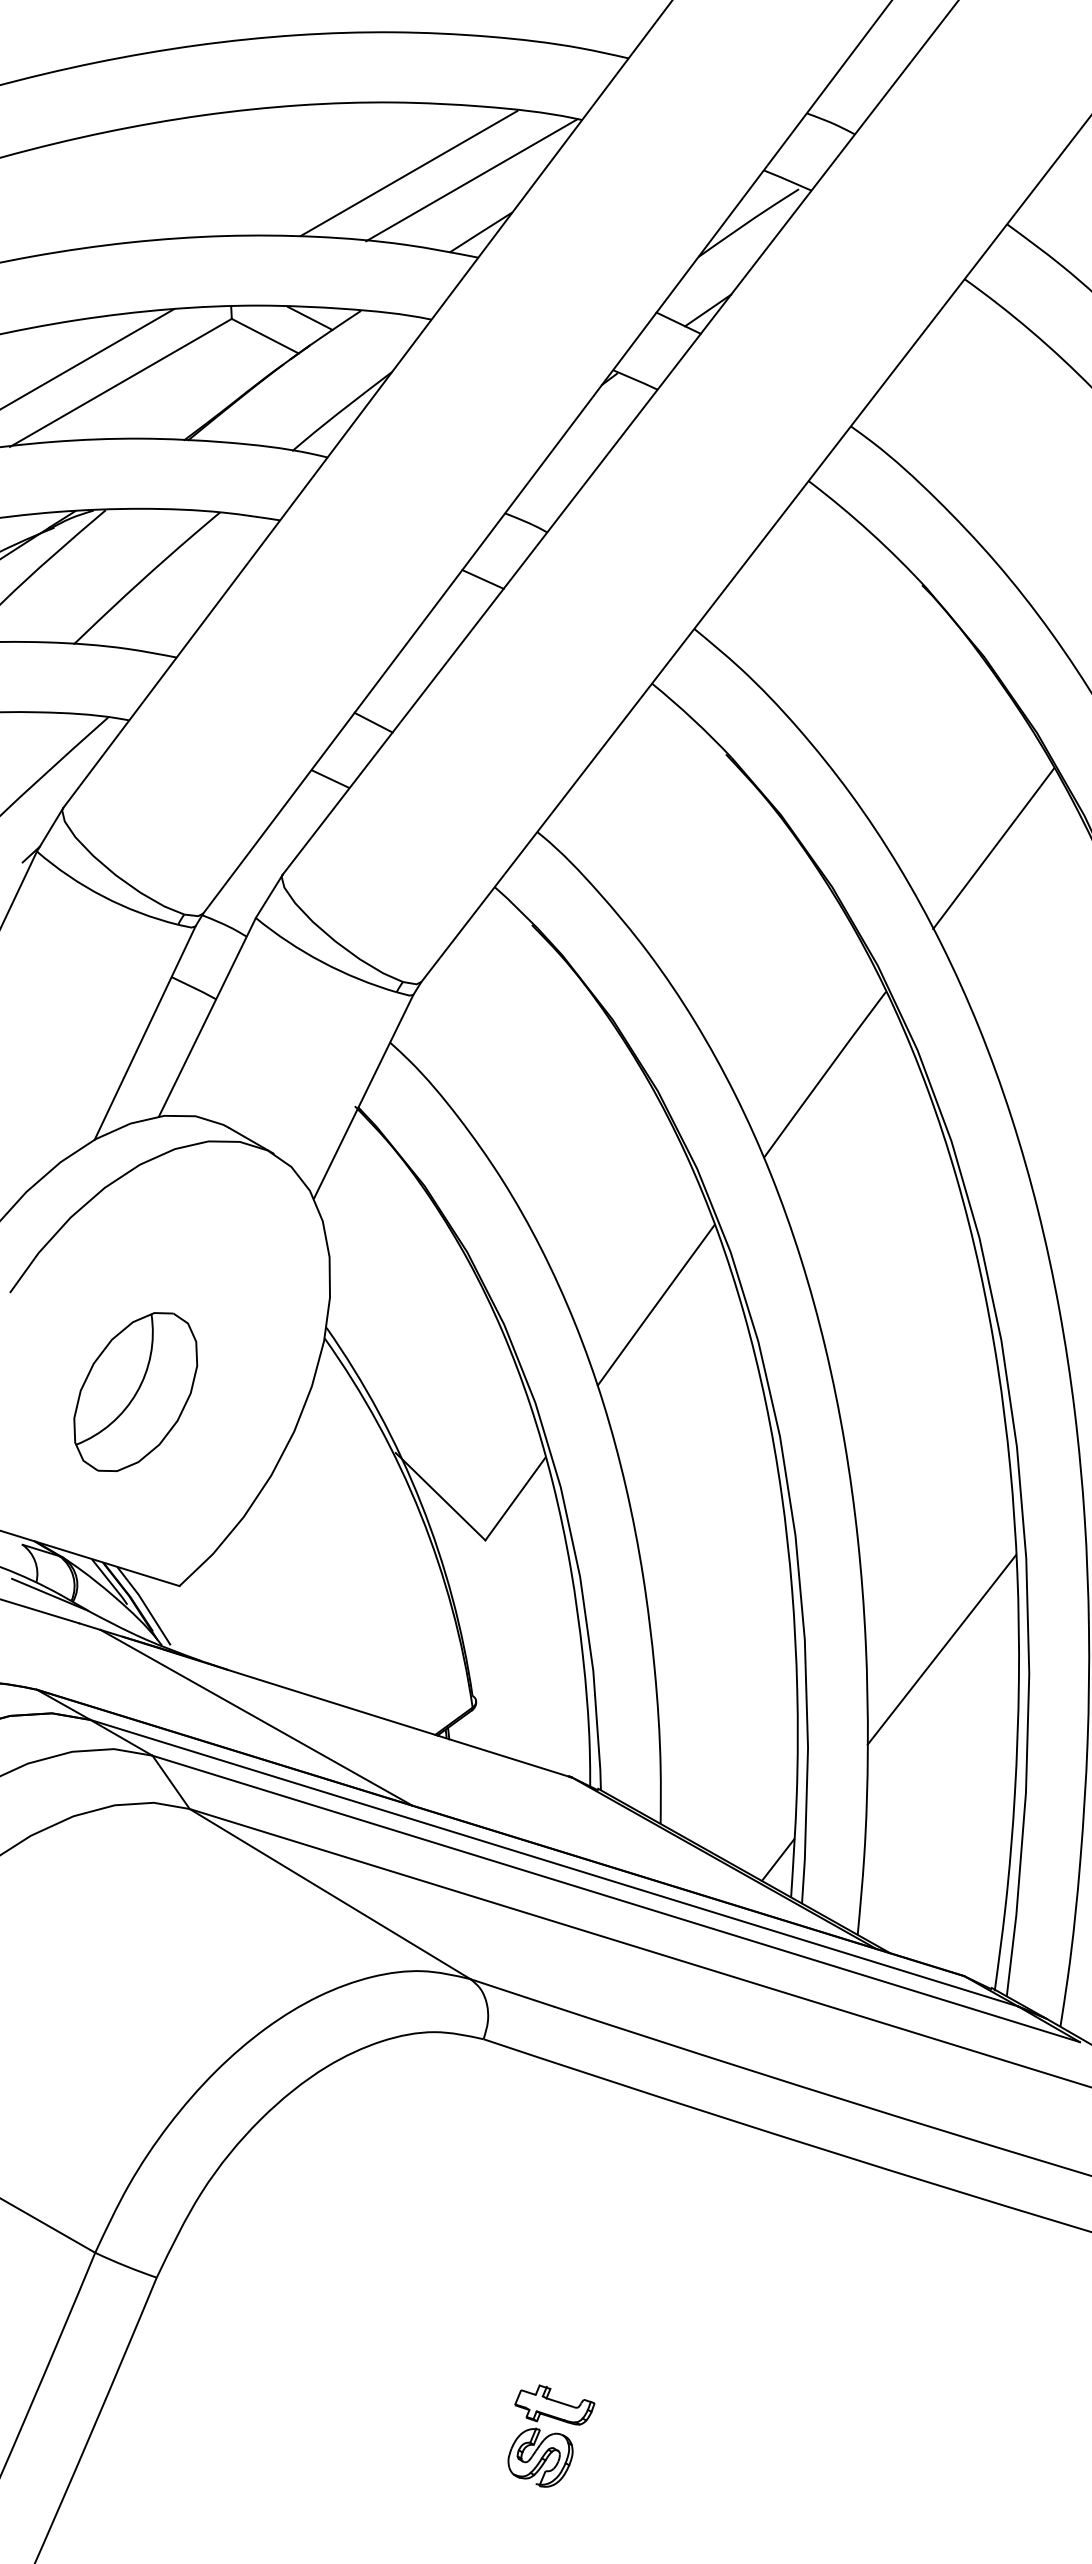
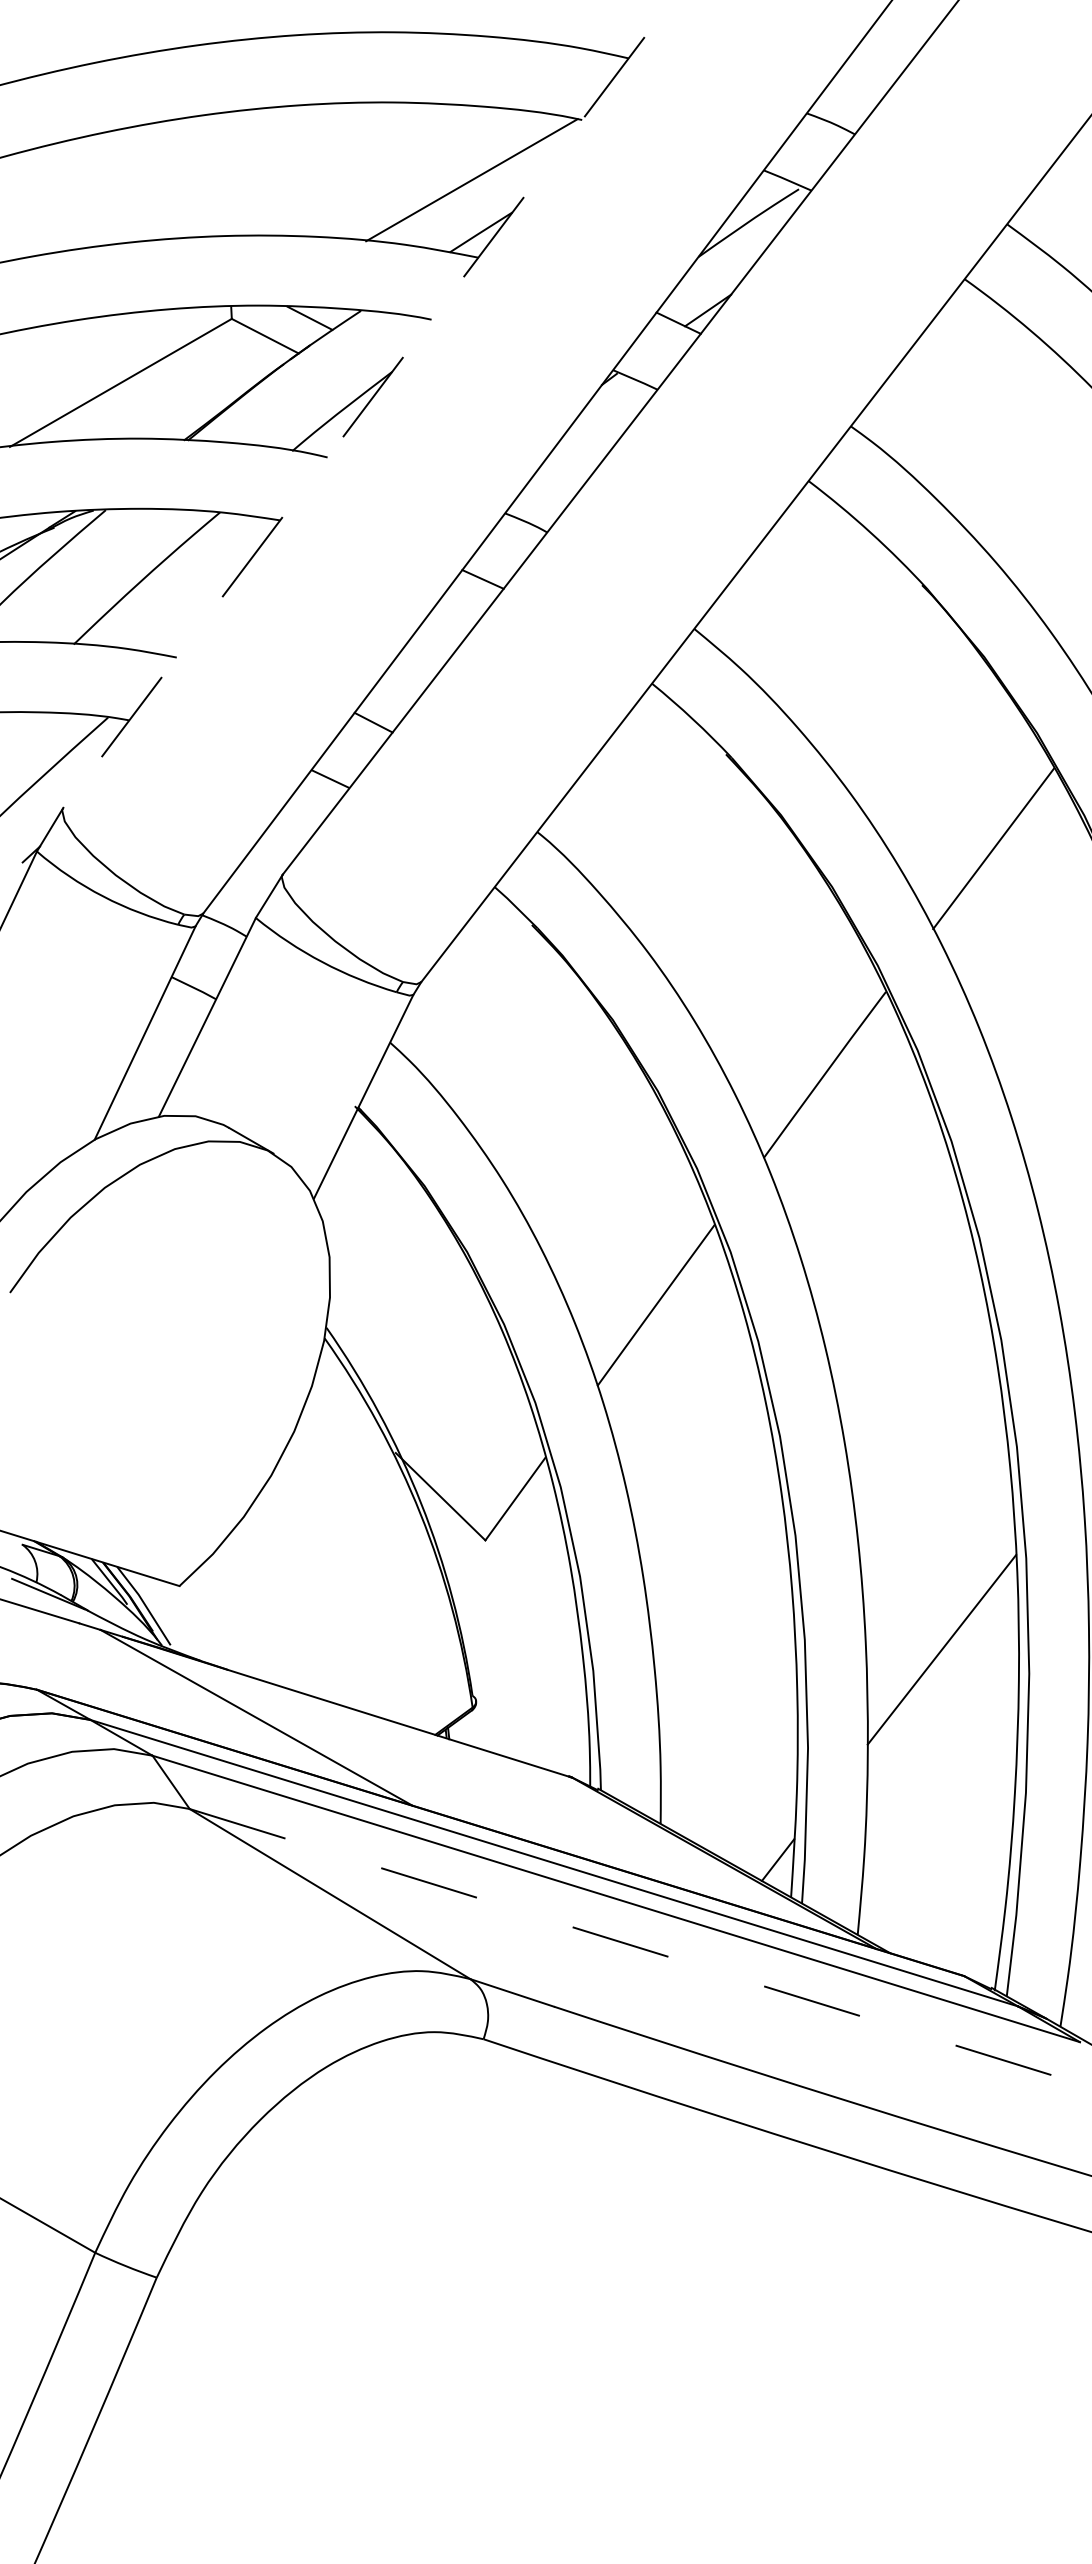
line at (408, 173): present -> none
line at (88, 358): present -> none
line at (367, 404): solid -> dashed
part at (135, 1391): present -> none
line at (640, 1948): solid -> dashed
part at (551, 2435): present -> none
